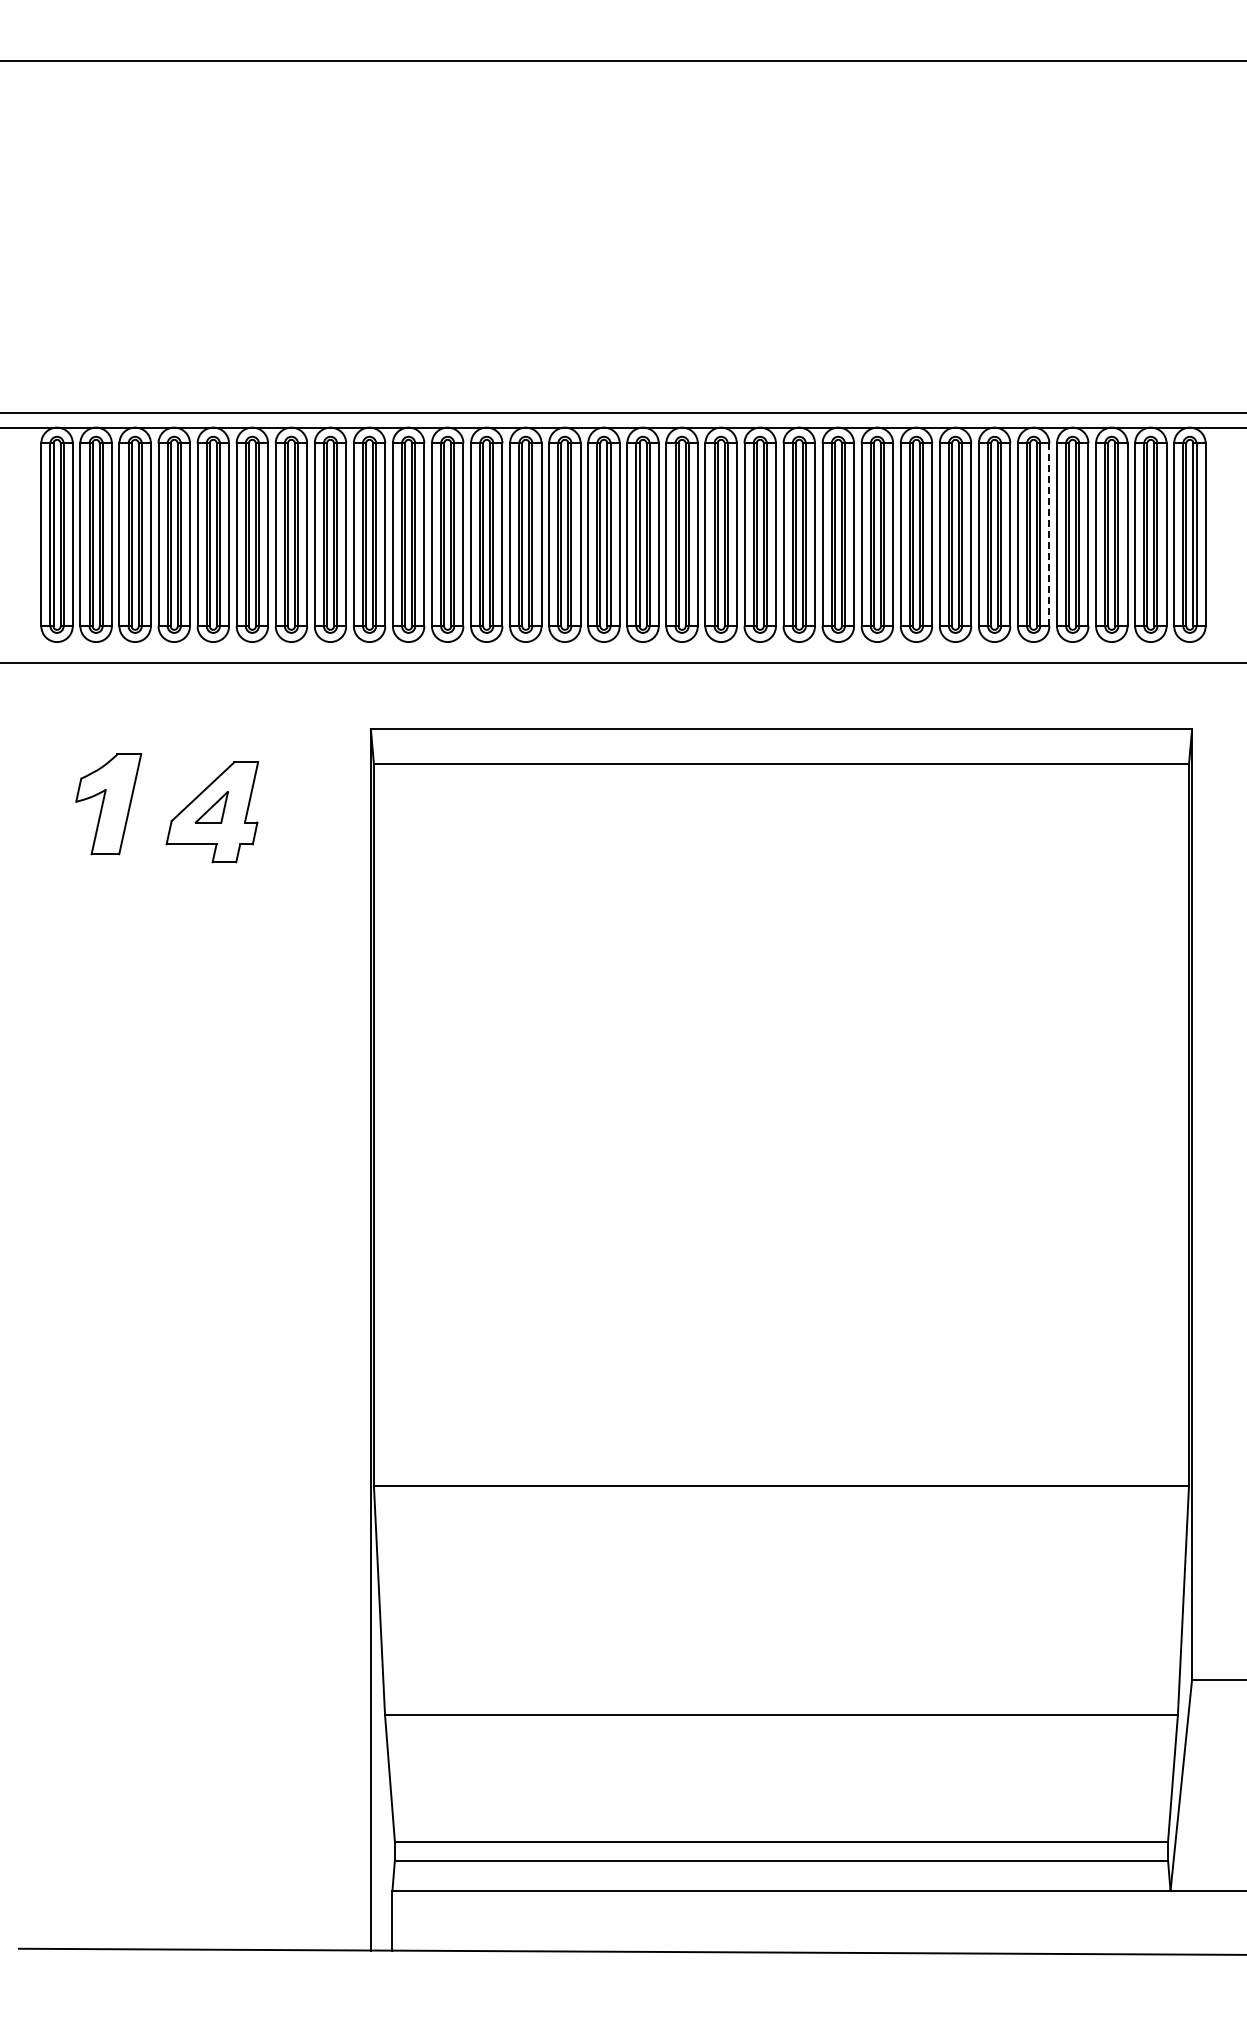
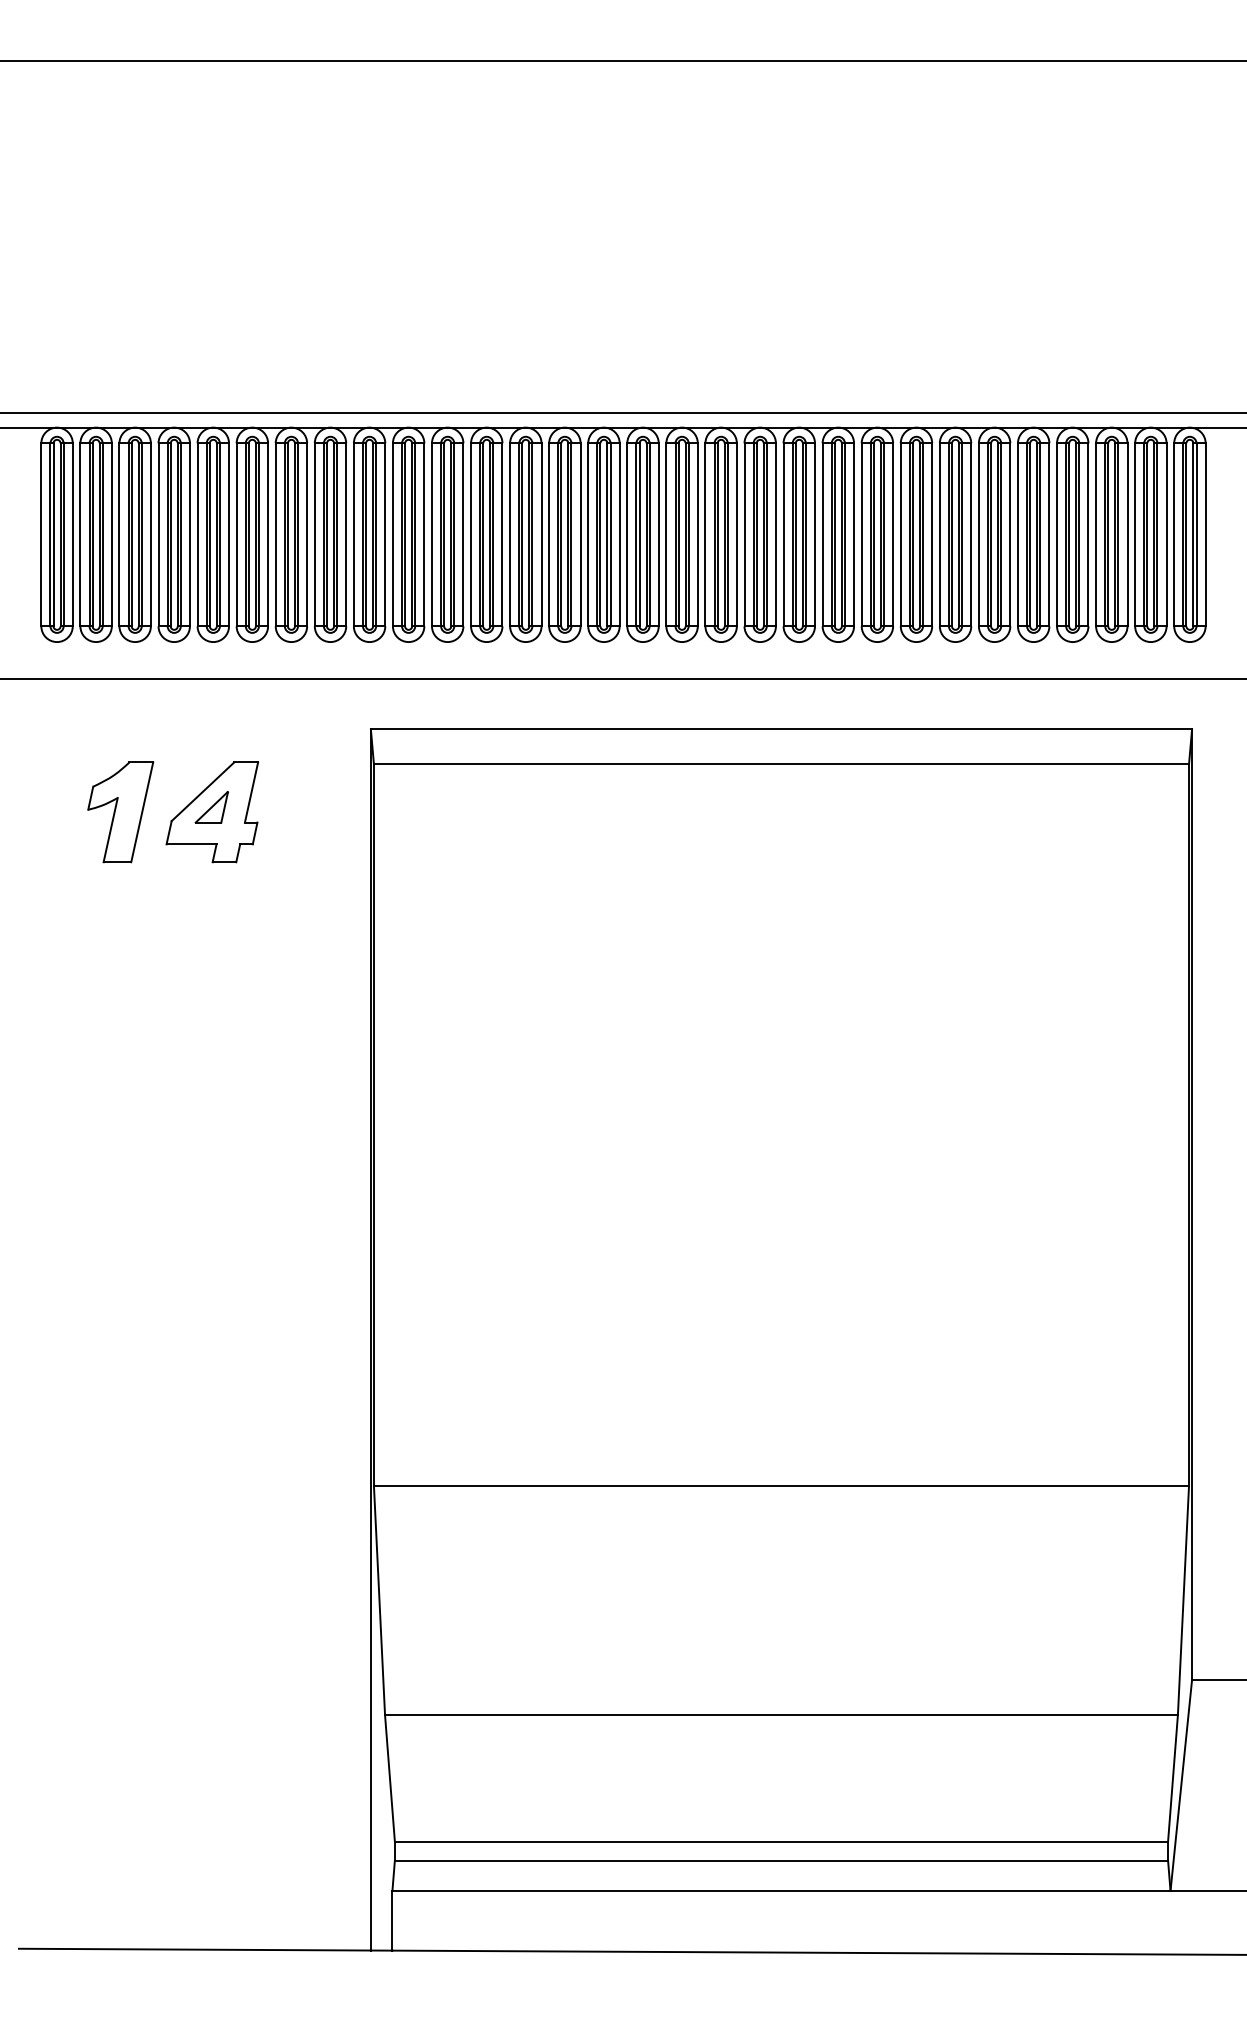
line at (1049, 534): dashed -> solid
line at (622, 662) position: (622, 662) -> (622, 678)
part at (108, 804) position: (108, 804) -> (120, 812)
